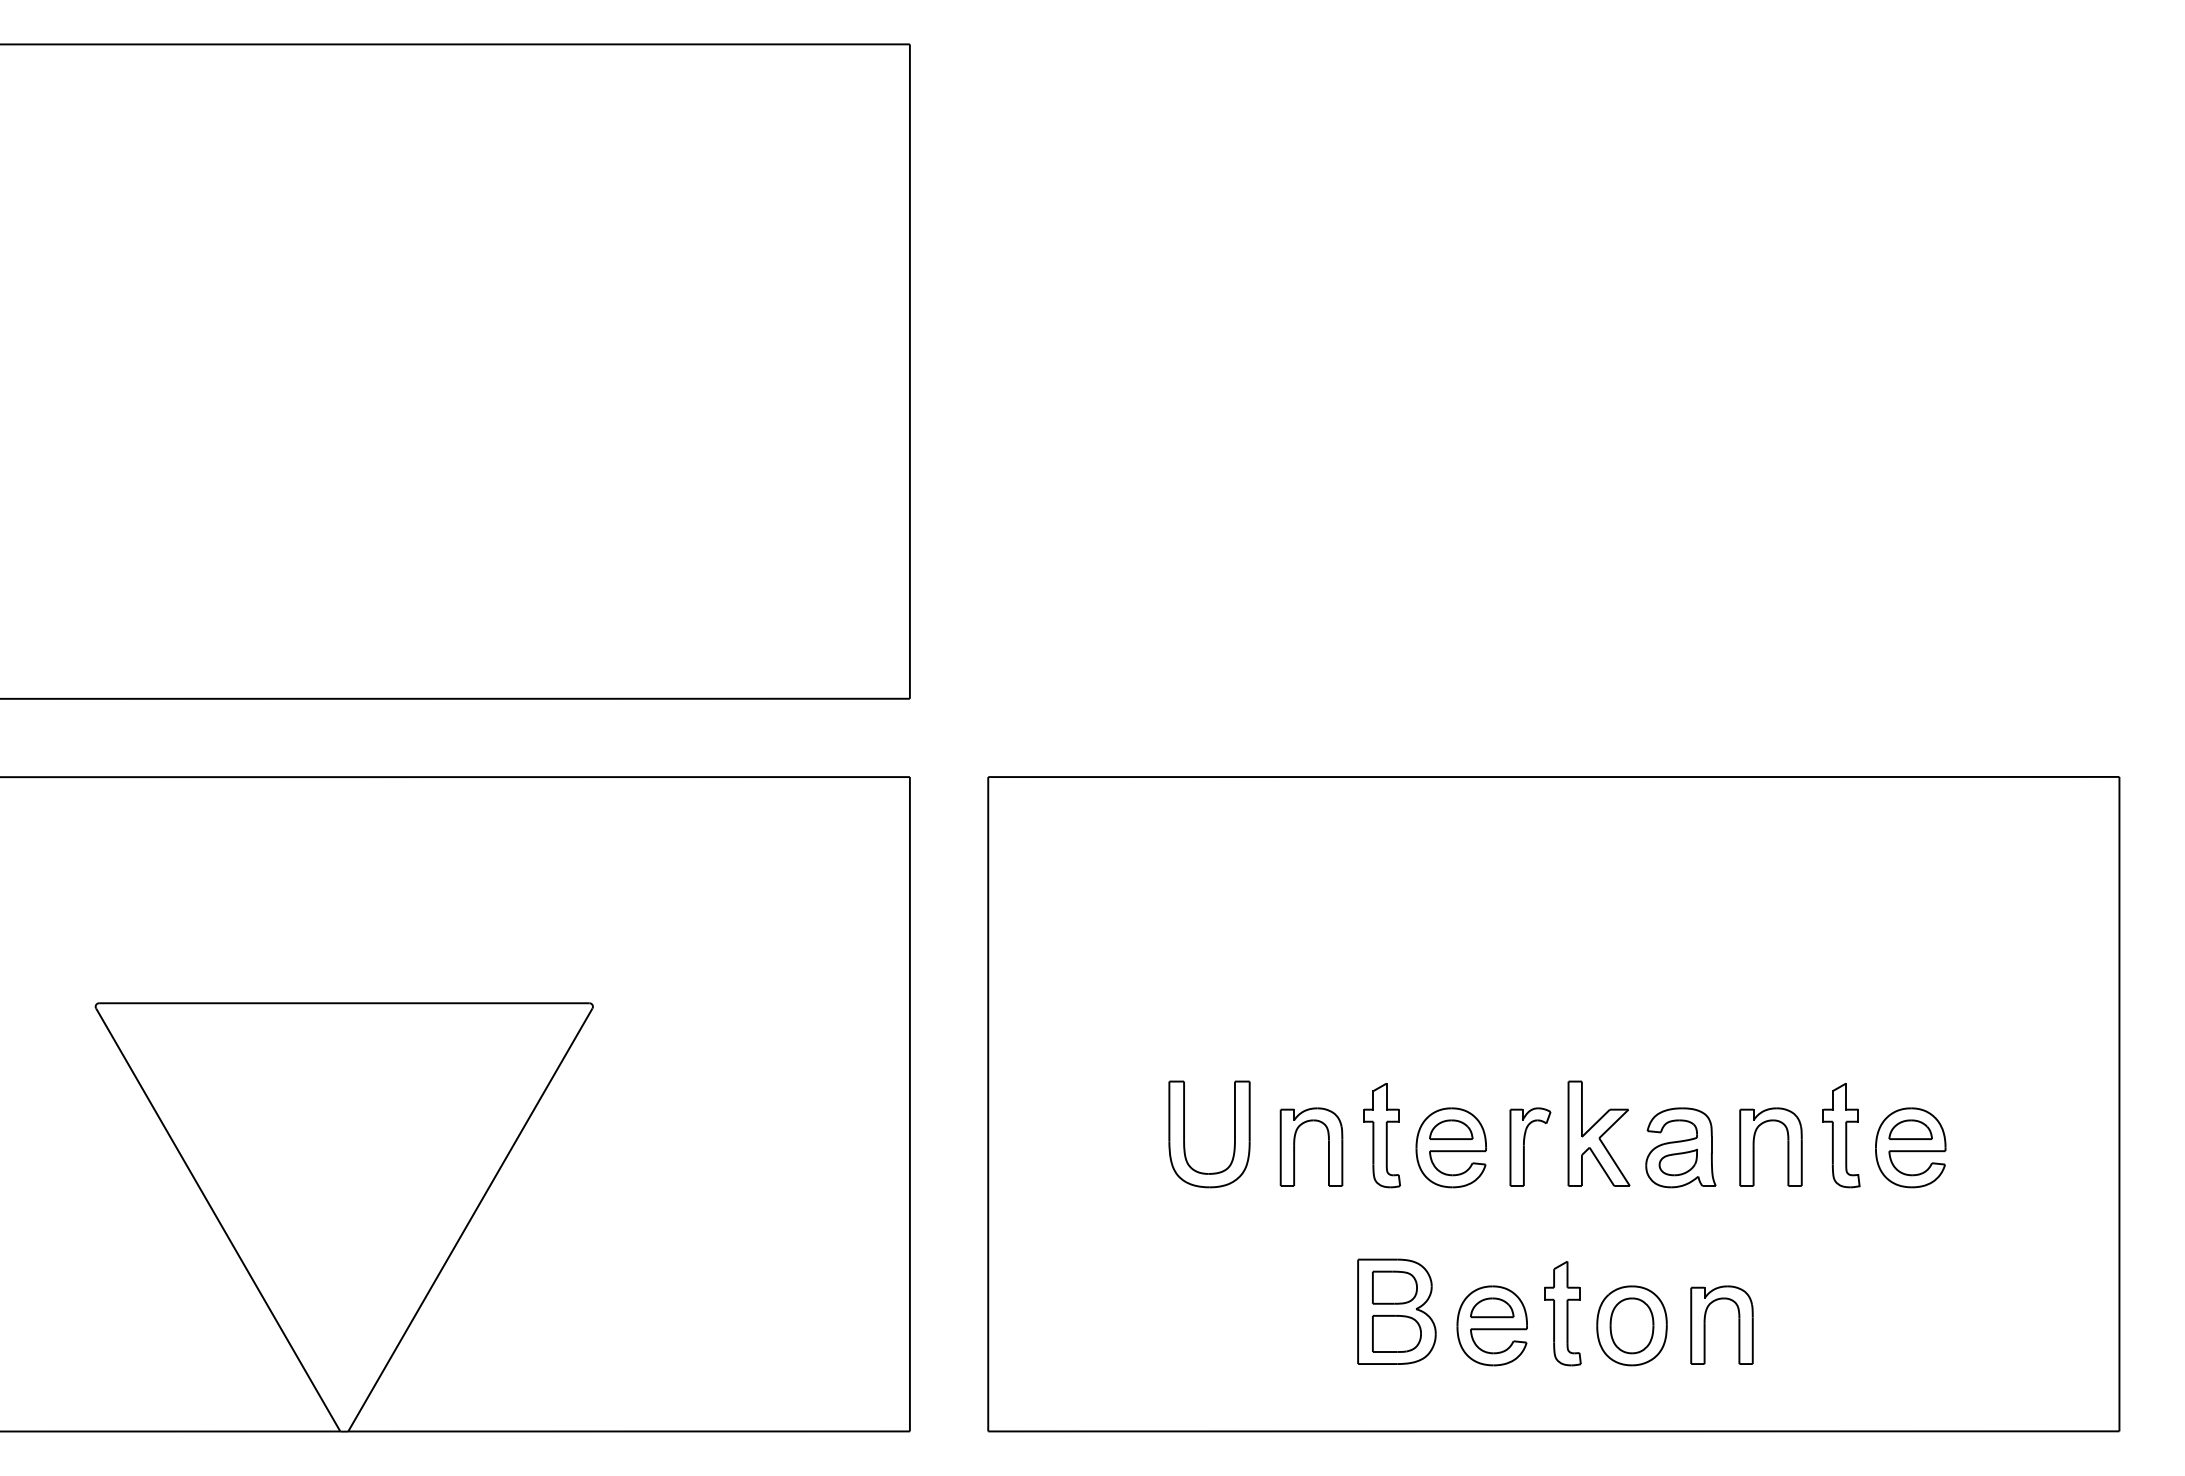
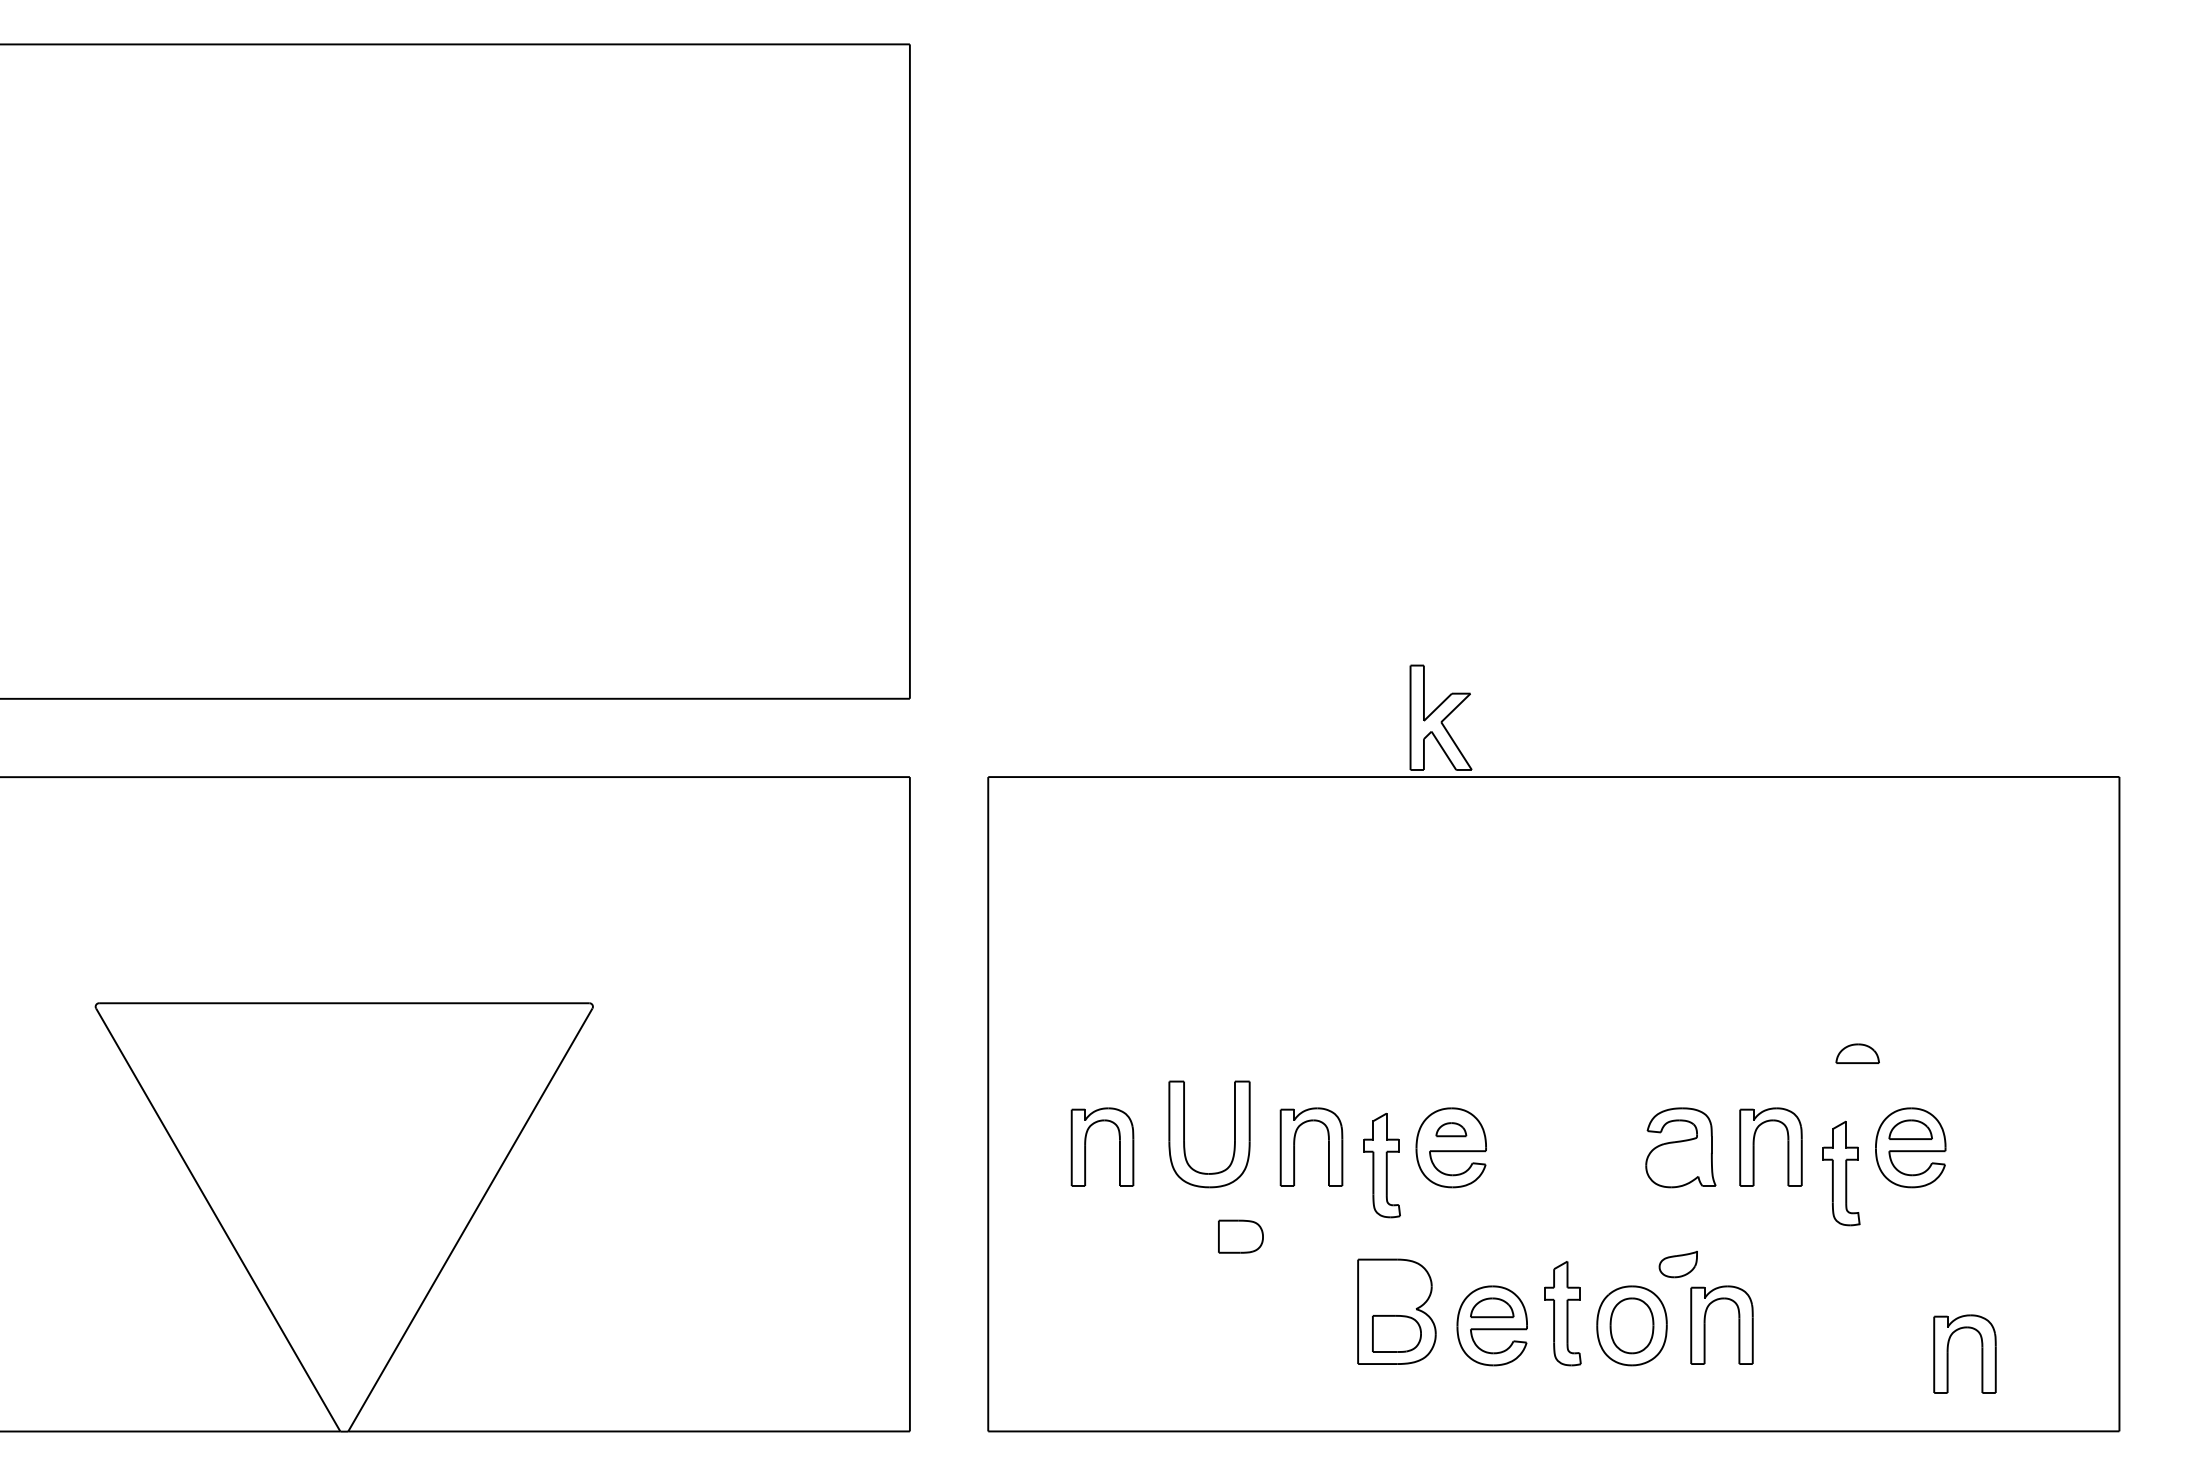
part at (1857, 1053): none -> present
part at (1451, 1129) size: 45x21 px -> 33x16 px
part at (1598, 1133) position: (1598, 1133) -> (1440, 717)
part at (1381, 1135) position: (1381, 1135) -> (1381, 1165)
part at (1841, 1135) position: (1841, 1135) -> (1841, 1173)
part at (1086, 1145): none -> present
part at (1530, 1146): present -> none
part at (1677, 1162) position: (1677, 1162) -> (1677, 1264)
part at (1394, 1287) position: (1394, 1287) -> (1240, 1236)
part at (1948, 1353): none -> present
